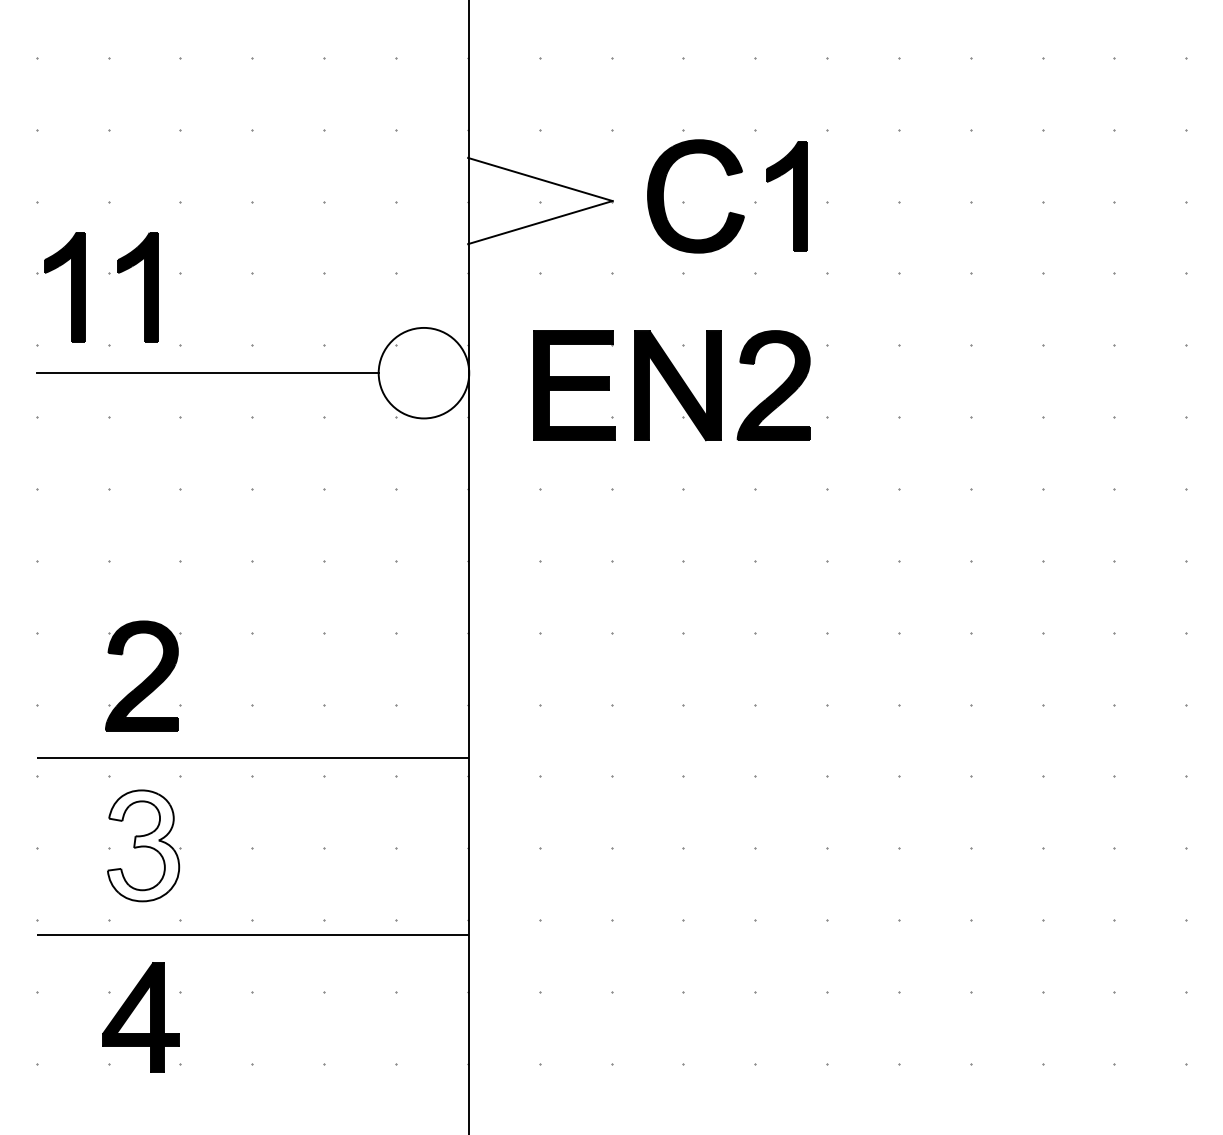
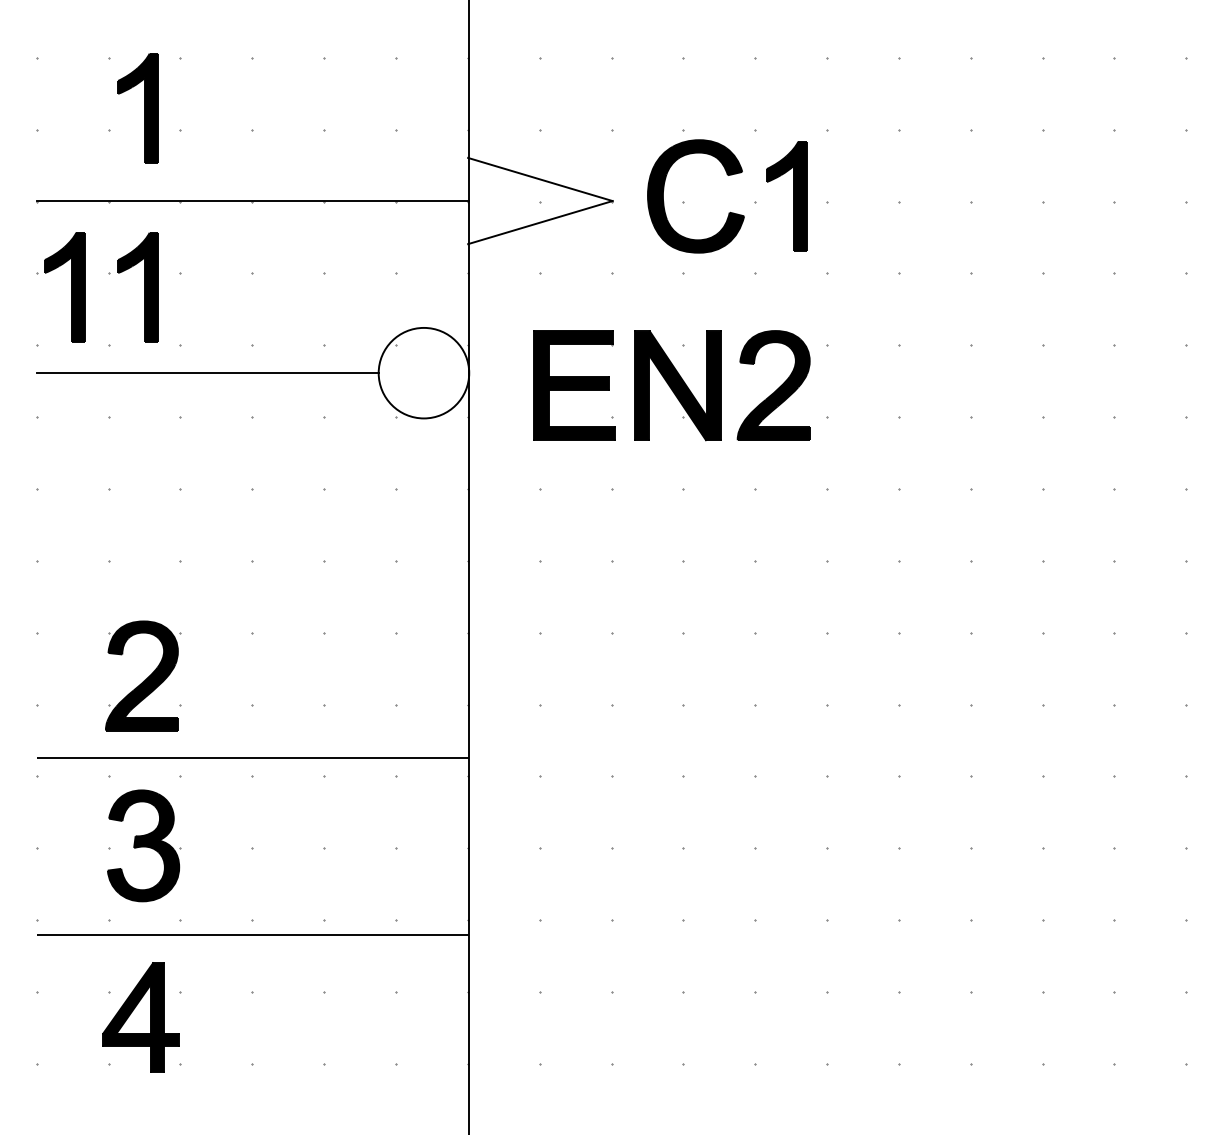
part at (144, 108): none -> present
line at (252, 201): none -> present
fill at (143, 845): none -> present
